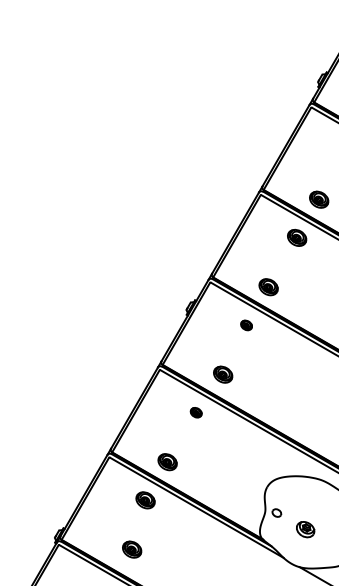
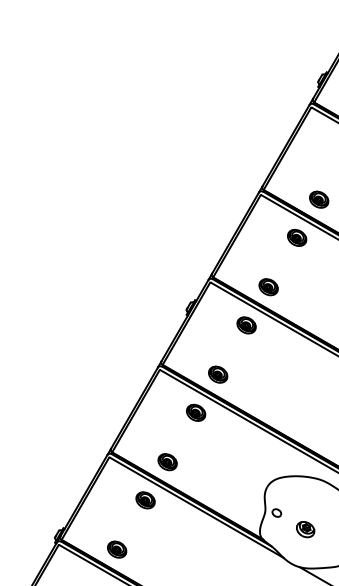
part at (246, 325) size: 13x13 px -> 21x19 px
part at (223, 374) position: (223, 374) -> (218, 374)
part at (195, 412) size: 14x12 px -> 21x19 px
part at (132, 549) position: (132, 549) -> (117, 549)
